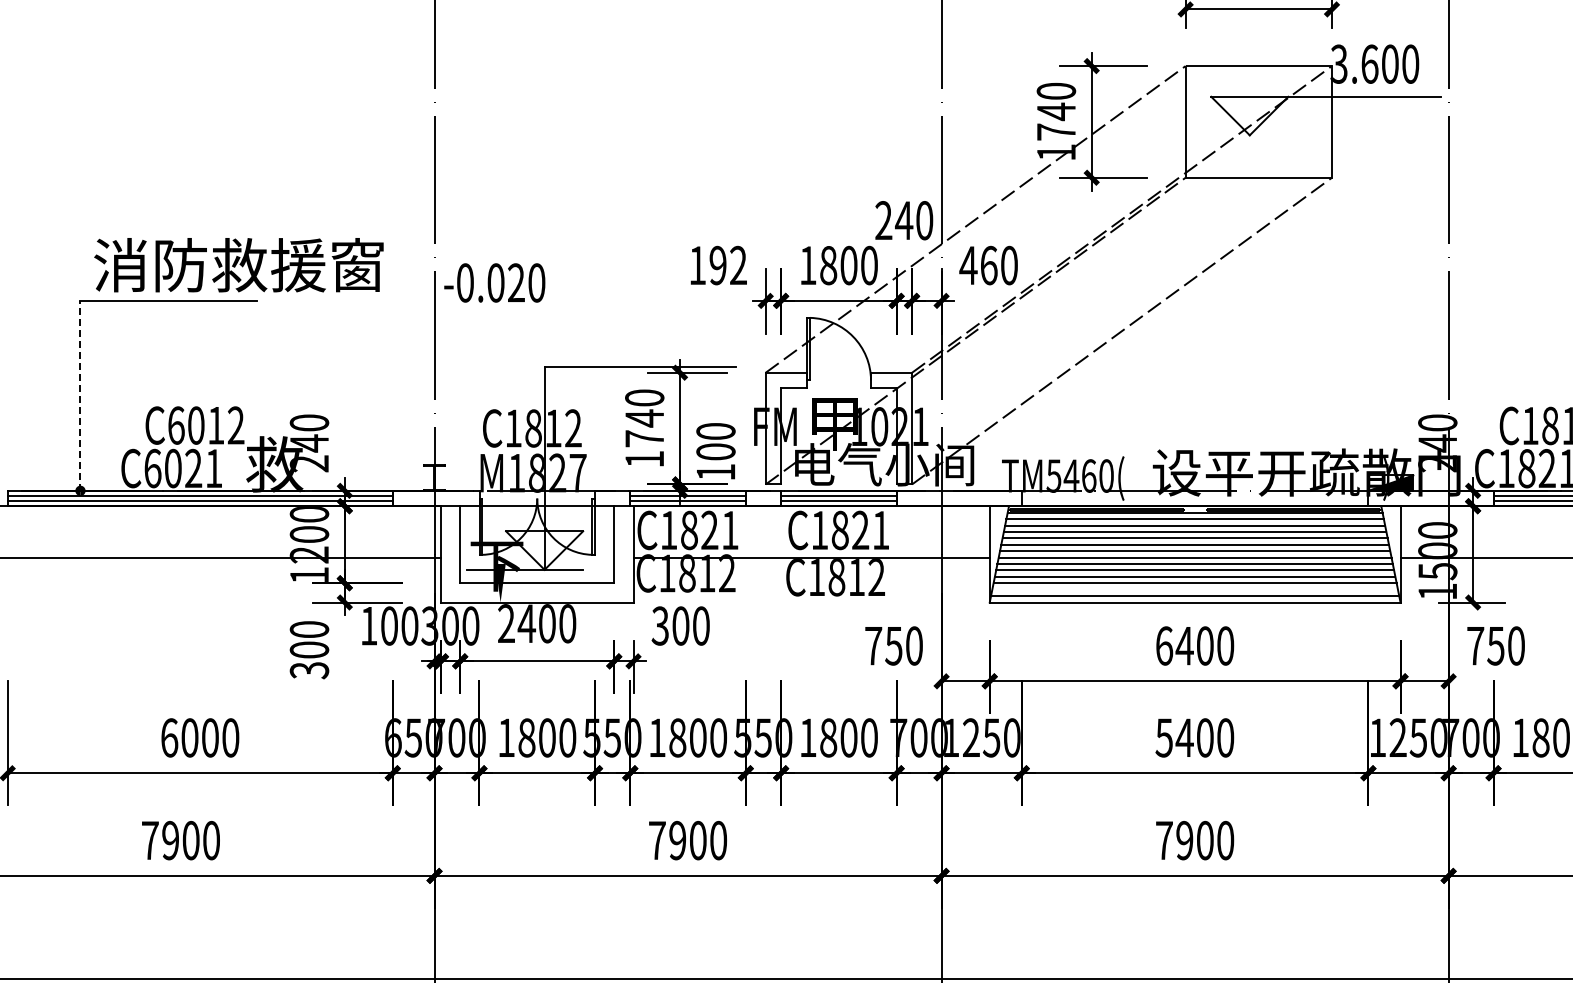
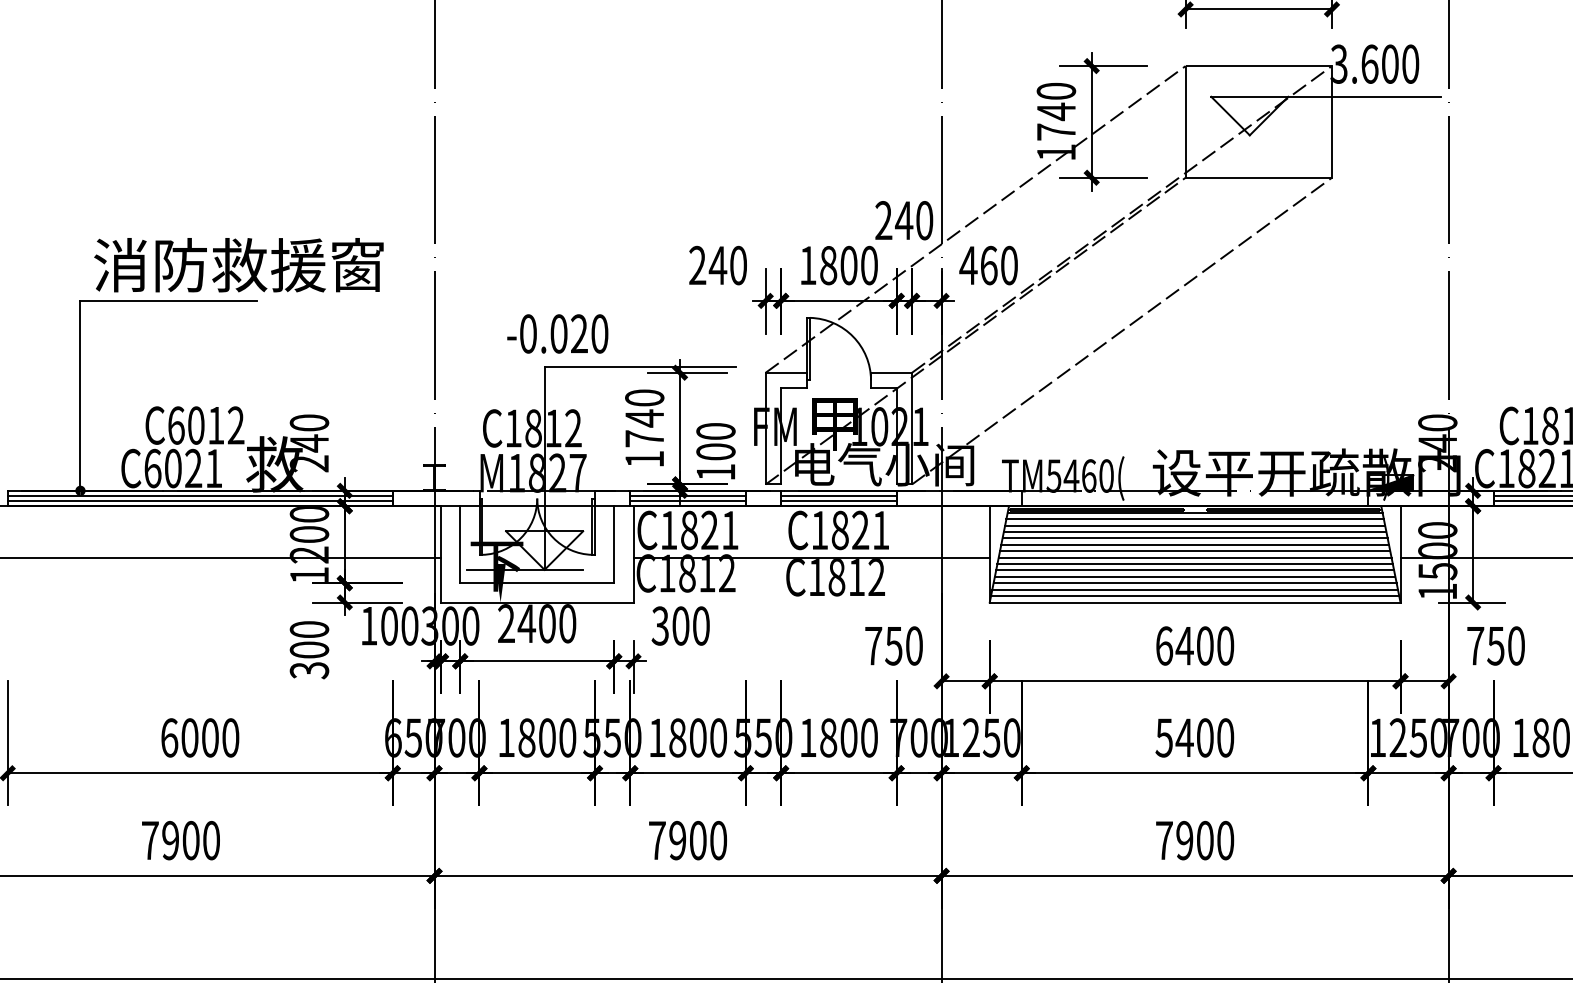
text at (717, 265): 192 -> 240
text at (494, 282) position: (494, 282) -> (557, 333)
line at (80, 396): dashed -> solid
line at (1194, 589): none -> present
